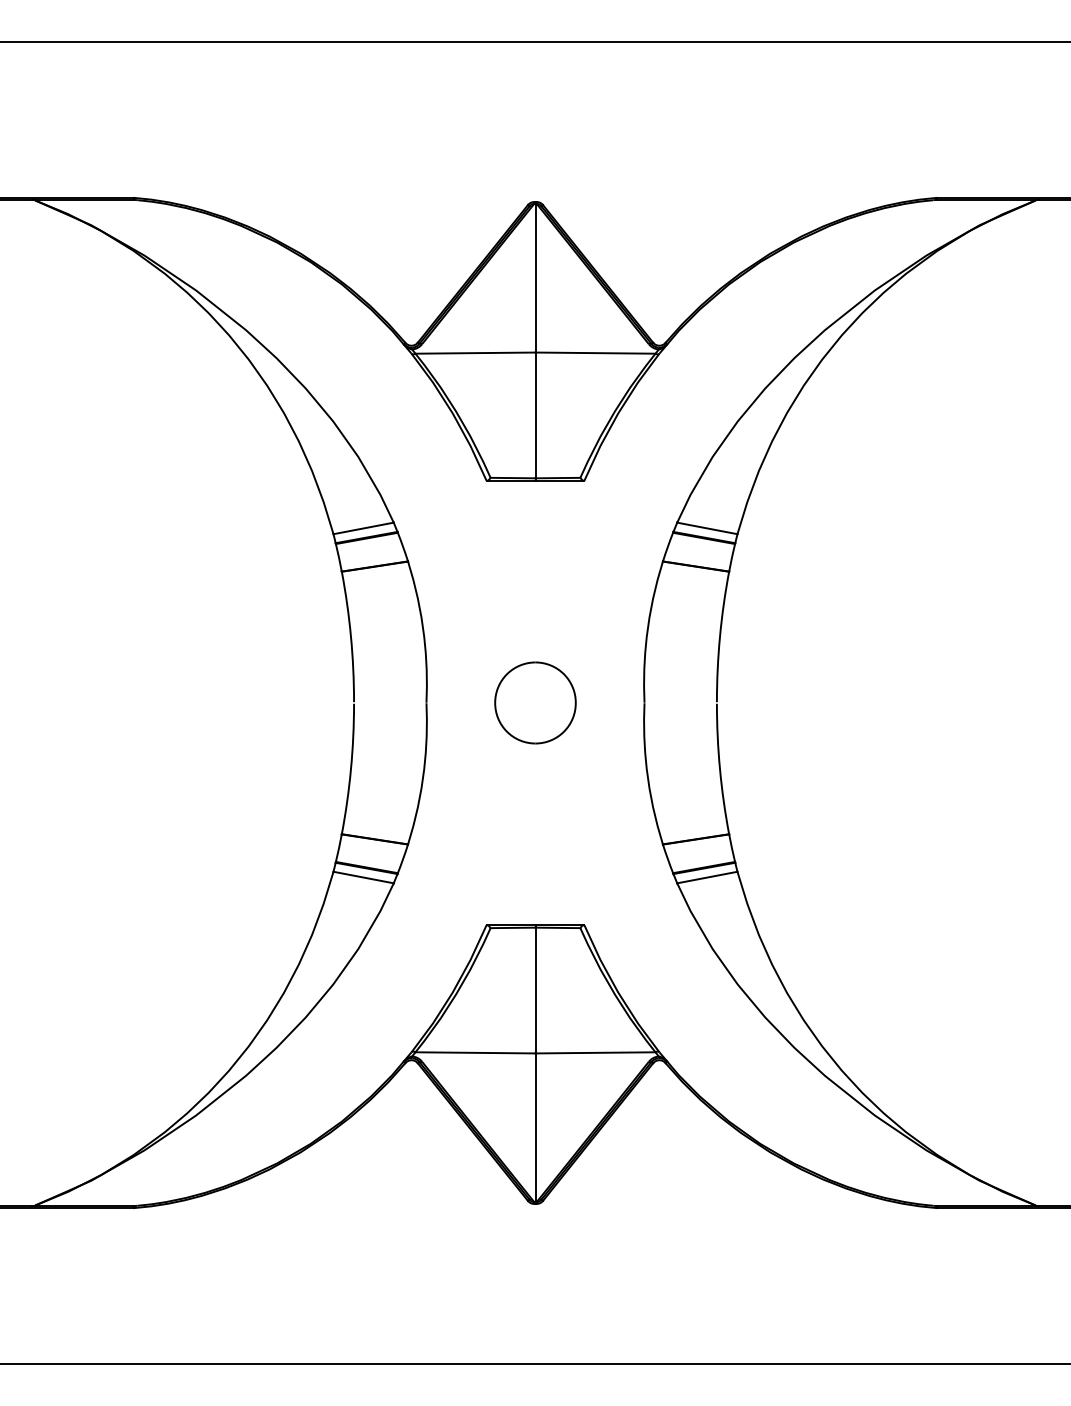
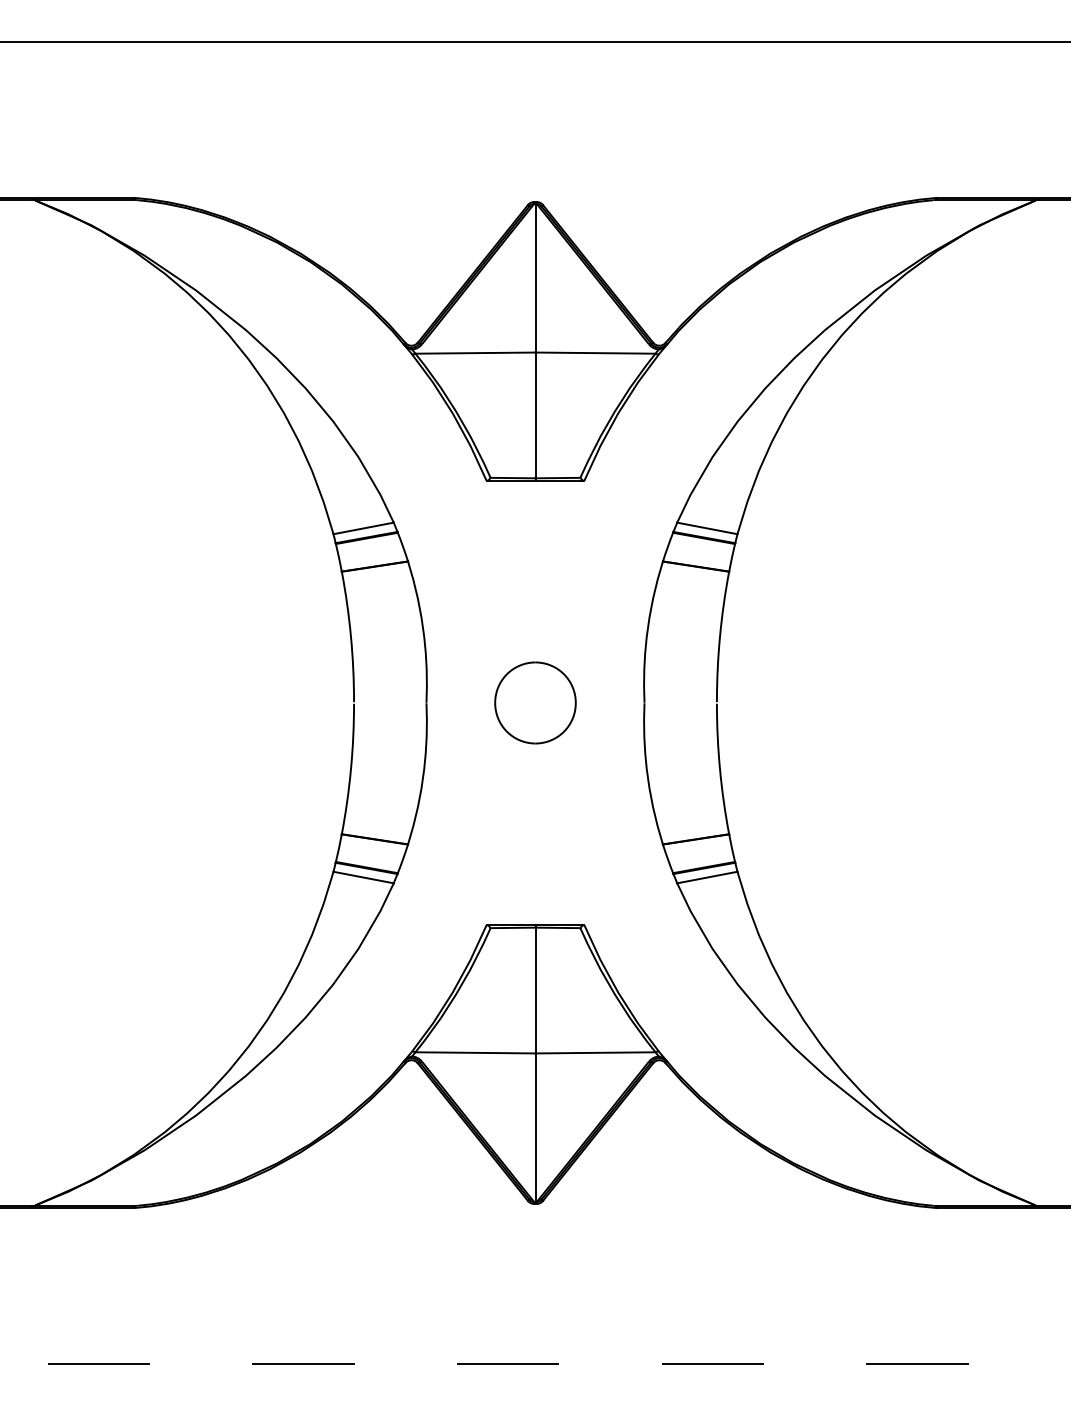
line at (535, 1363): solid -> dashed
